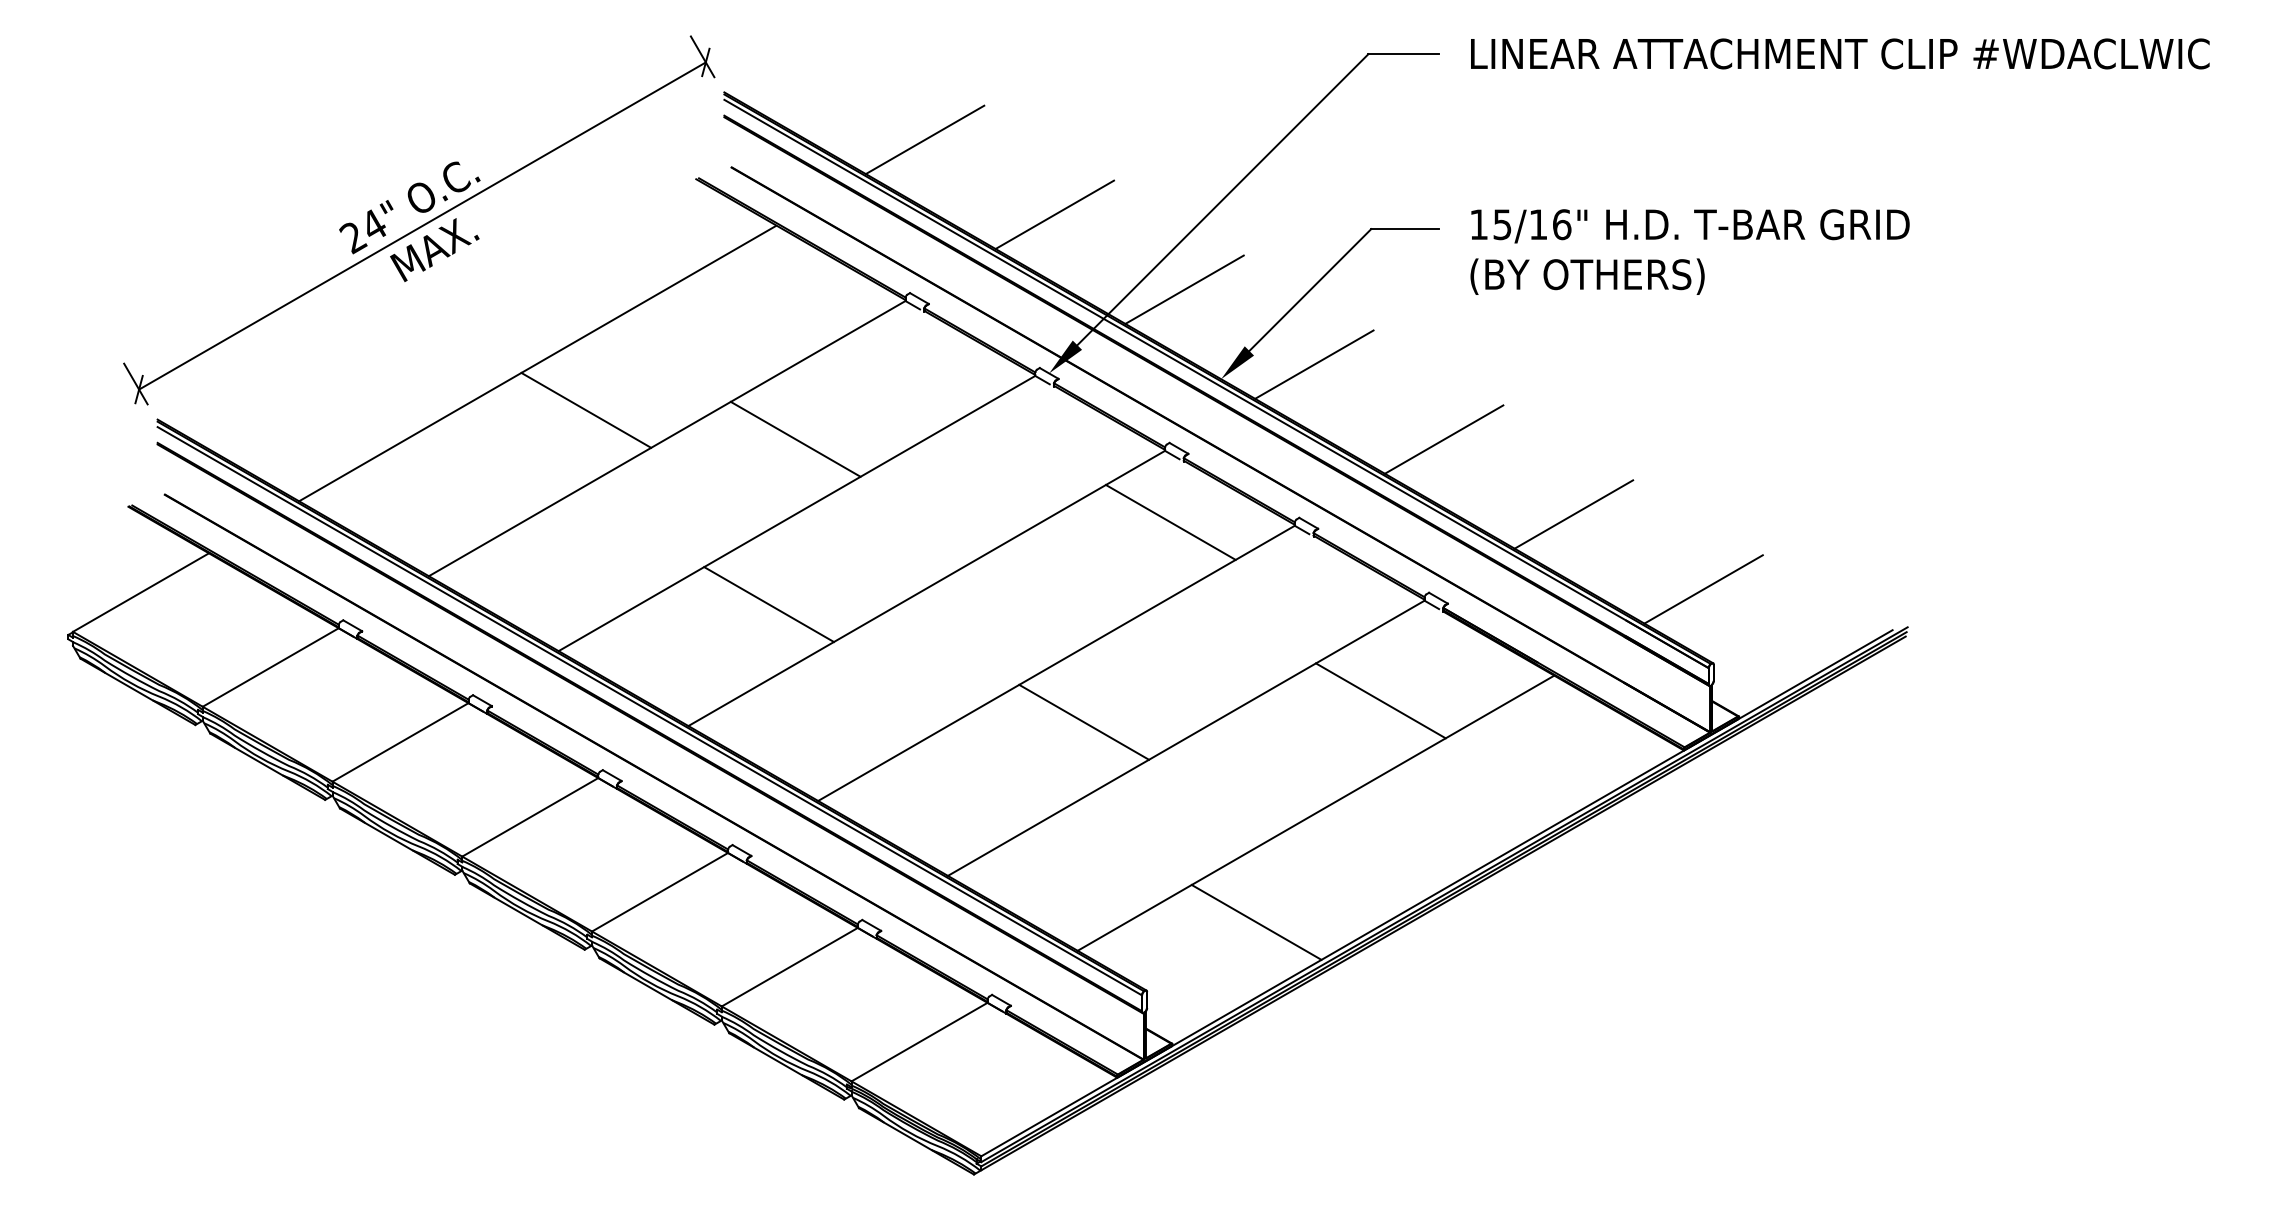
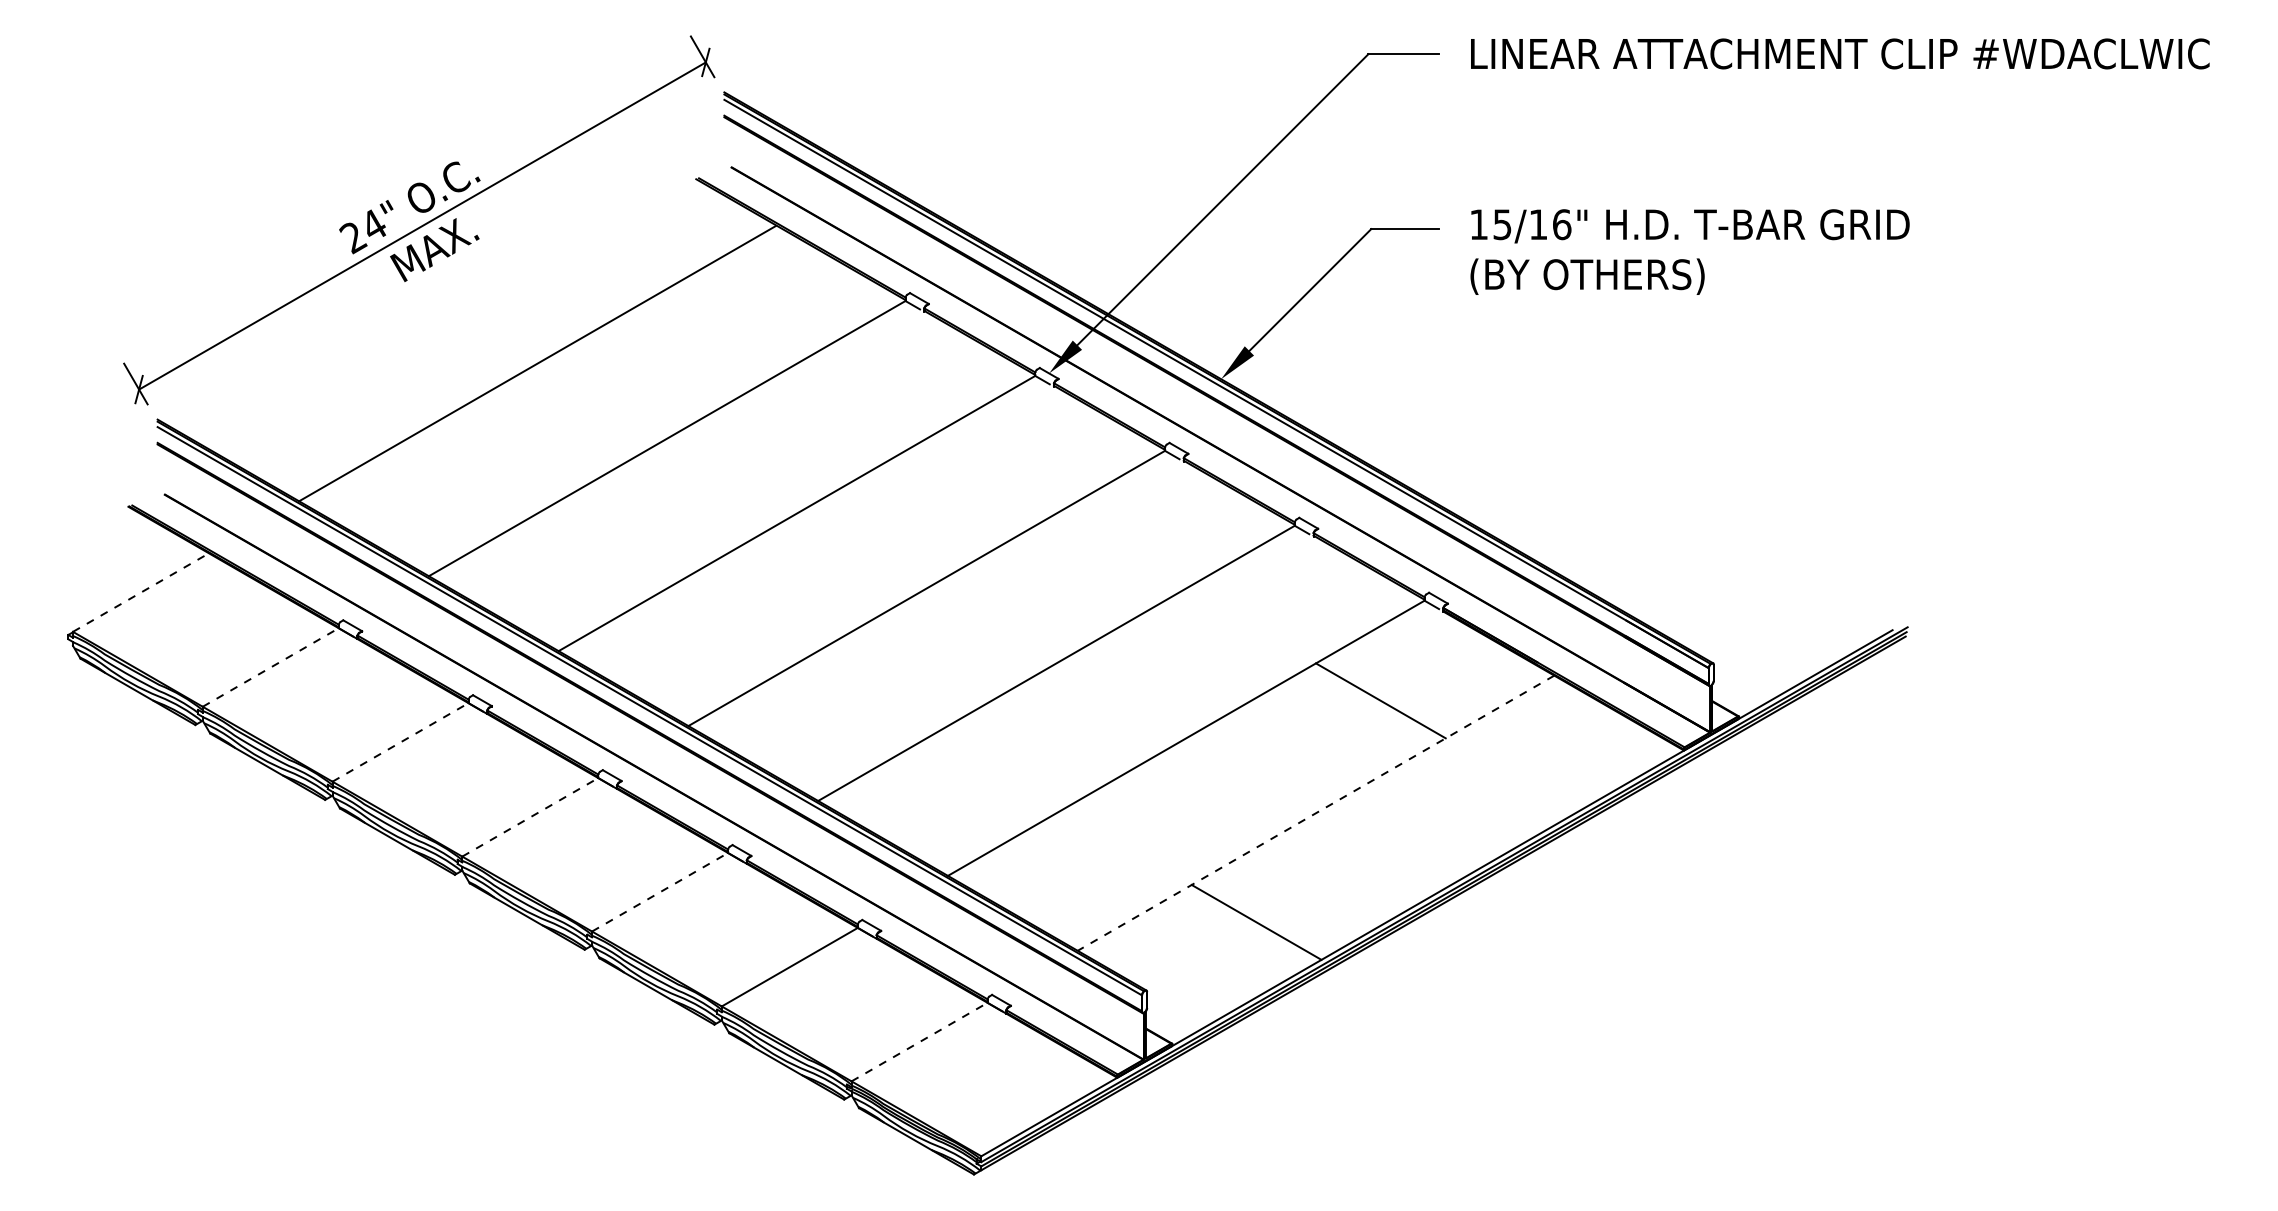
line at (924, 139): present -> none
line at (1054, 214): present -> none
line at (1184, 289): present -> none
line at (1314, 364): present -> none
line at (586, 409): present -> none
line at (795, 438): present -> none
line at (1443, 439): present -> none
line at (1573, 514): present -> none
line at (1170, 521): present -> none
line at (1703, 589): present -> none
line at (141, 592): solid -> dashed
line at (768, 604): present -> none
line at (270, 667): solid -> dashed
line at (1084, 721): present -> none
line at (400, 742): solid -> dashed
line at (1315, 813): solid -> dashed
line at (530, 817): solid -> dashed
line at (660, 892): solid -> dashed
line at (919, 1042): solid -> dashed
